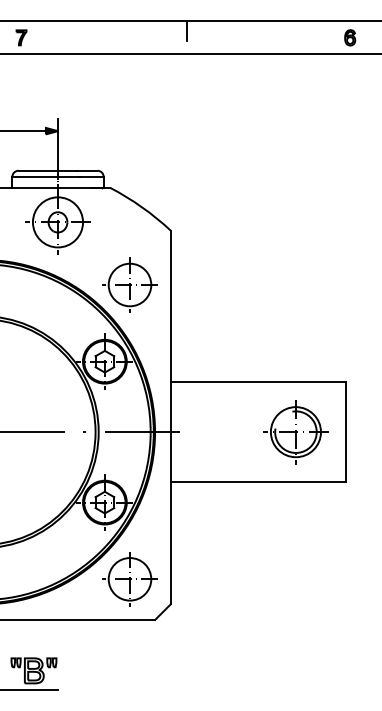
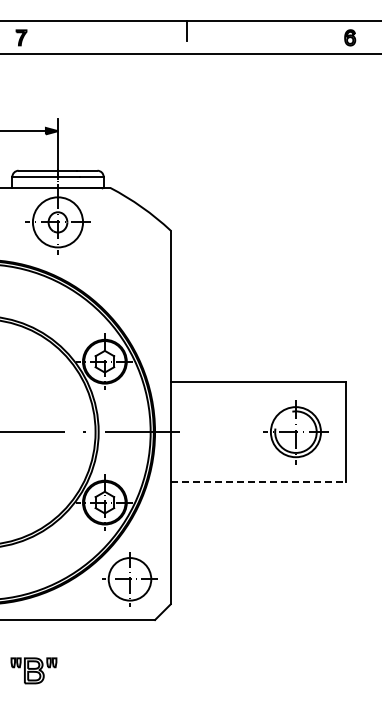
part at (129, 284): present -> none
line at (258, 482): solid -> dashed
line at (30, 689): present -> none
